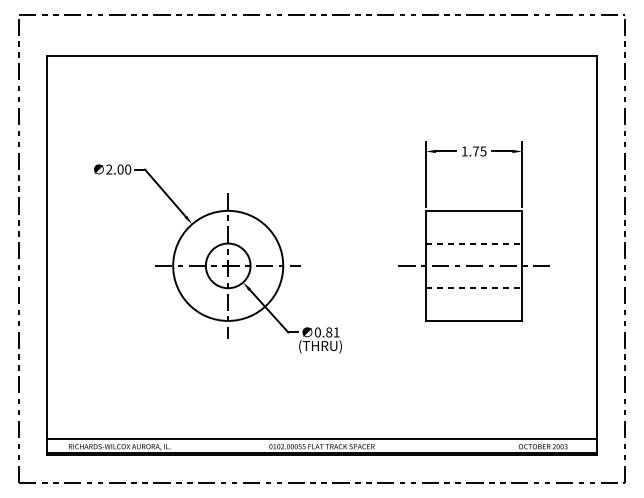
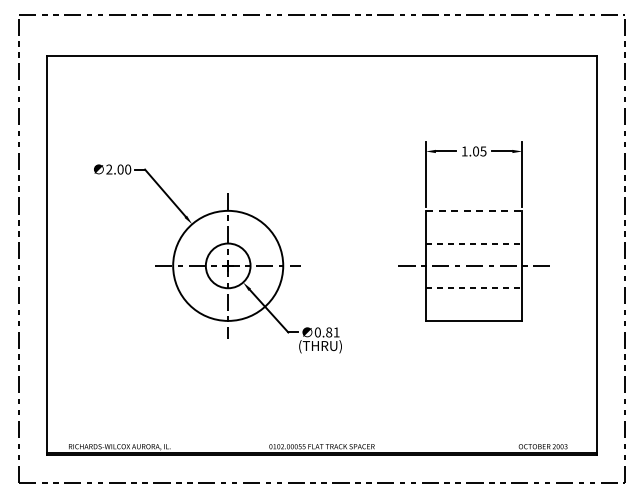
text at (476, 151): 1.75 -> 1.05
line at (474, 210): solid -> dashed
line at (321, 439): present -> none
